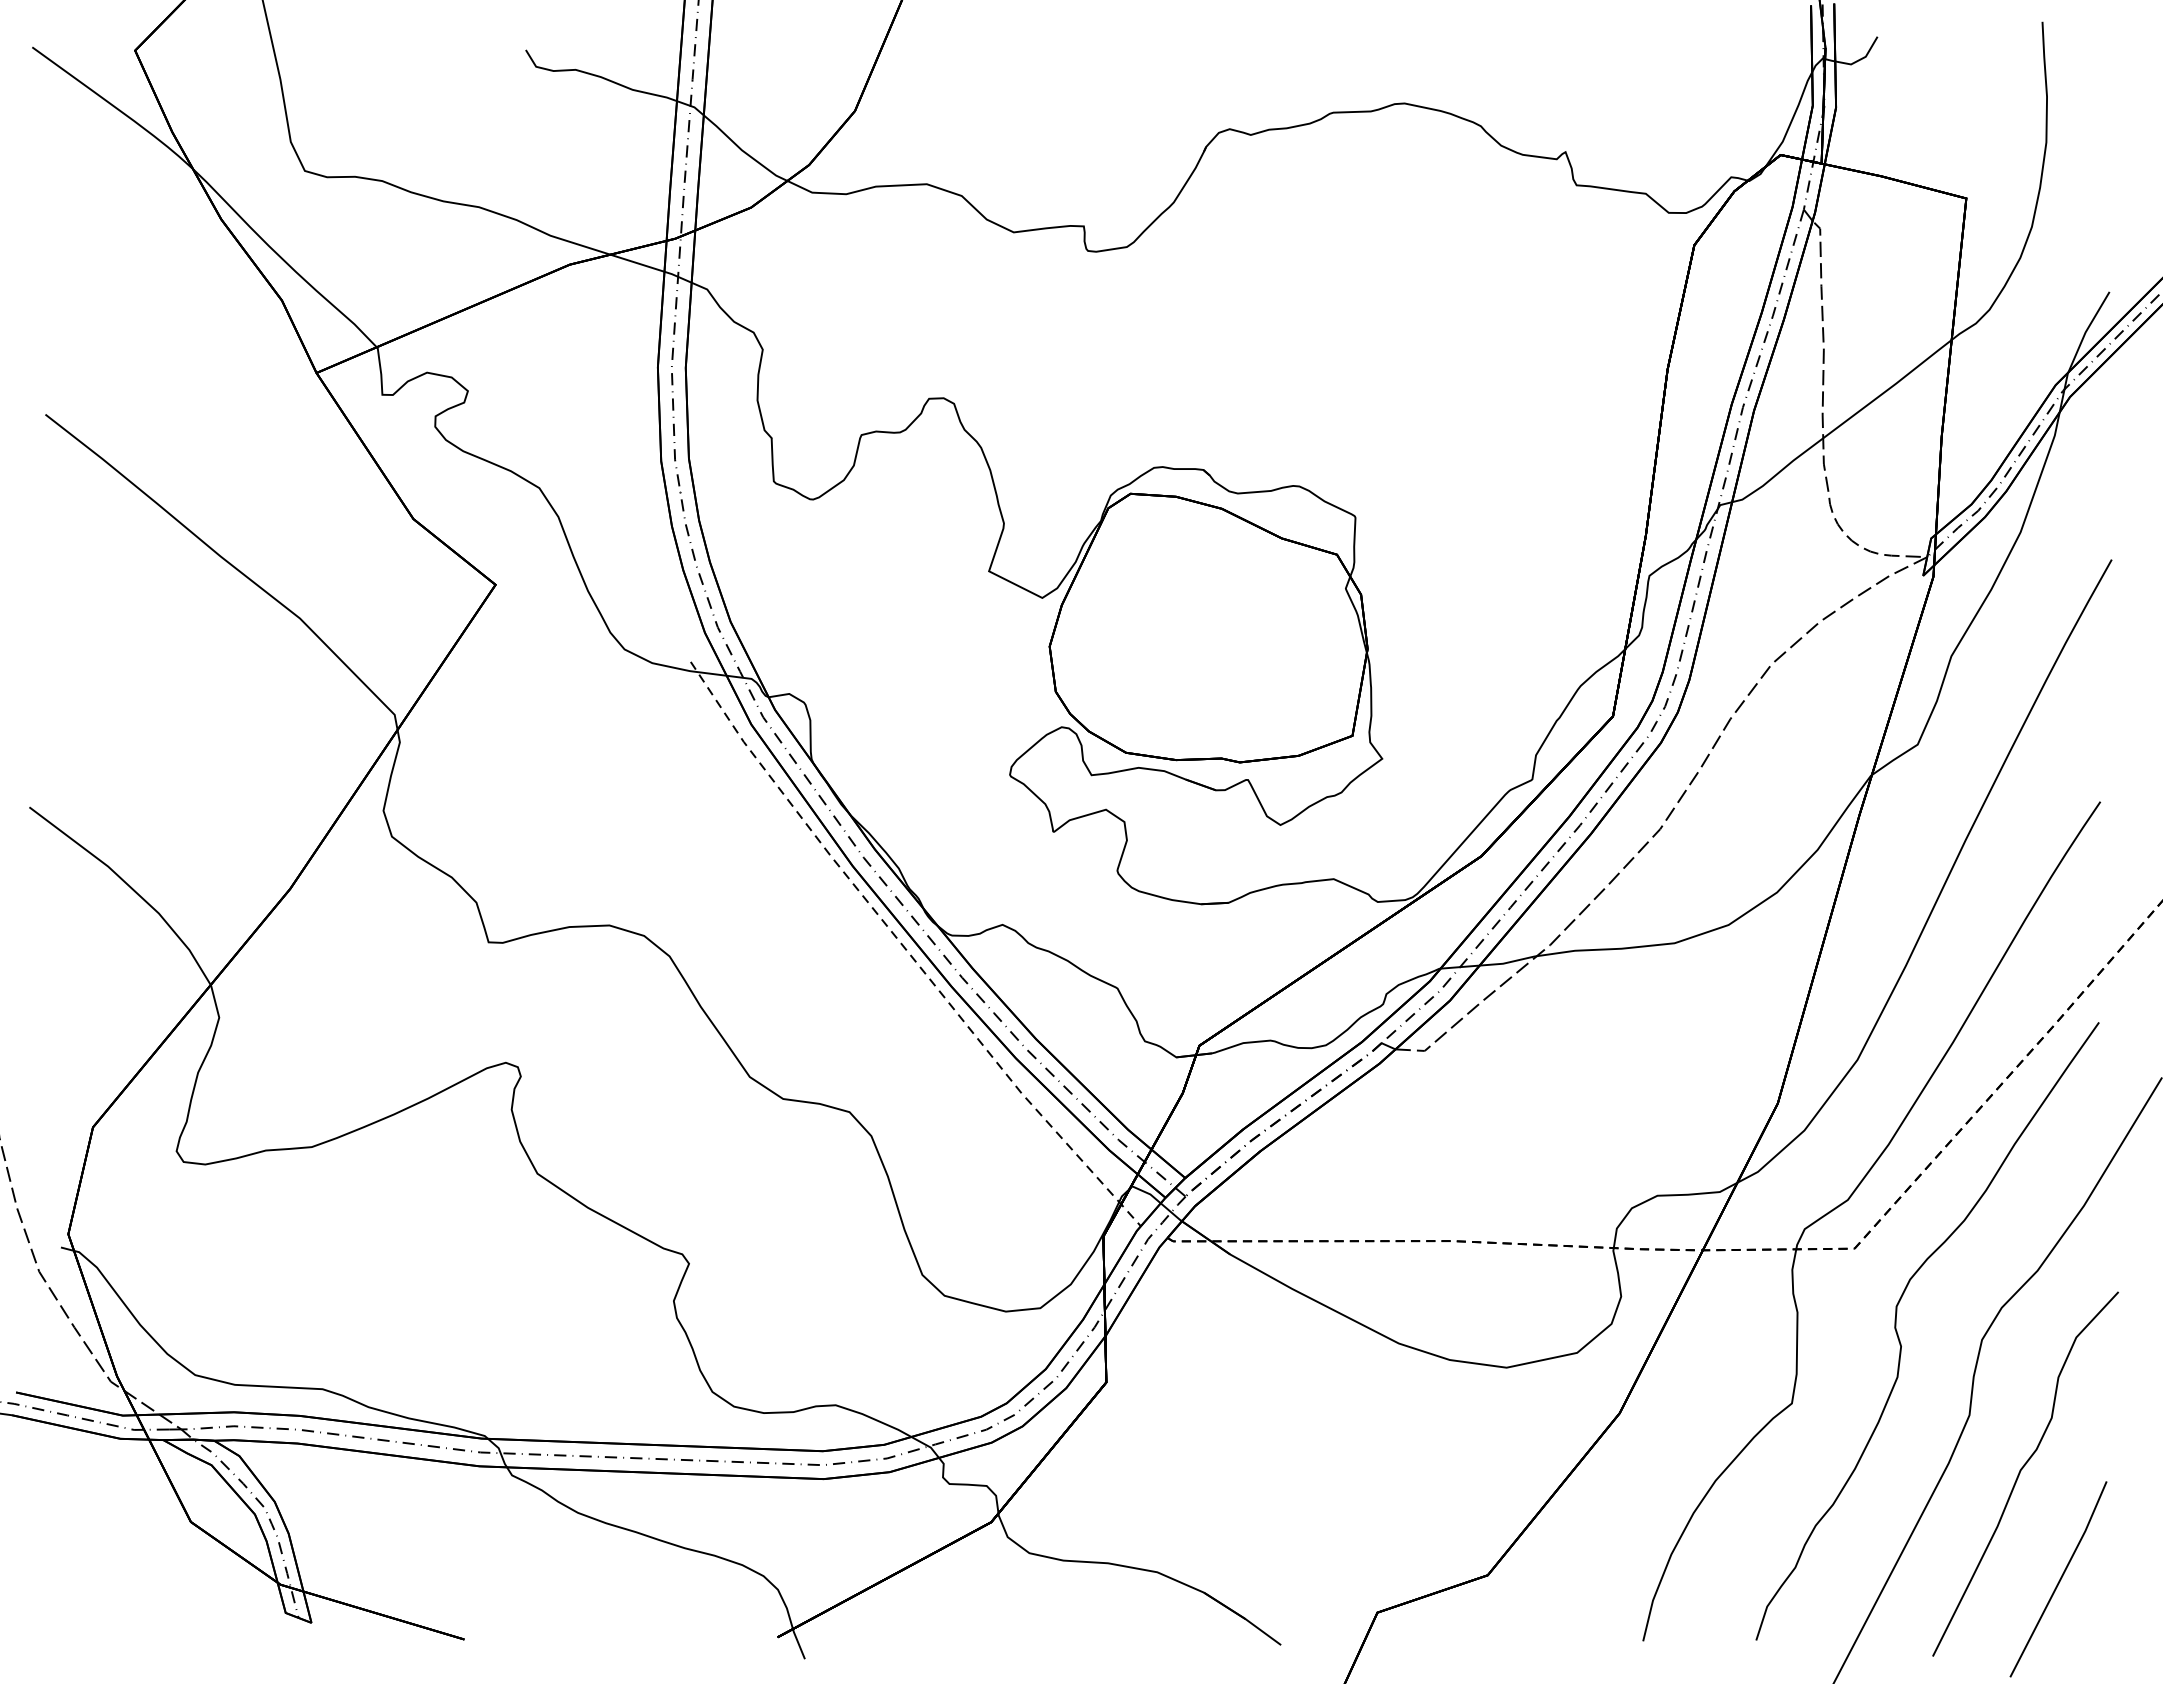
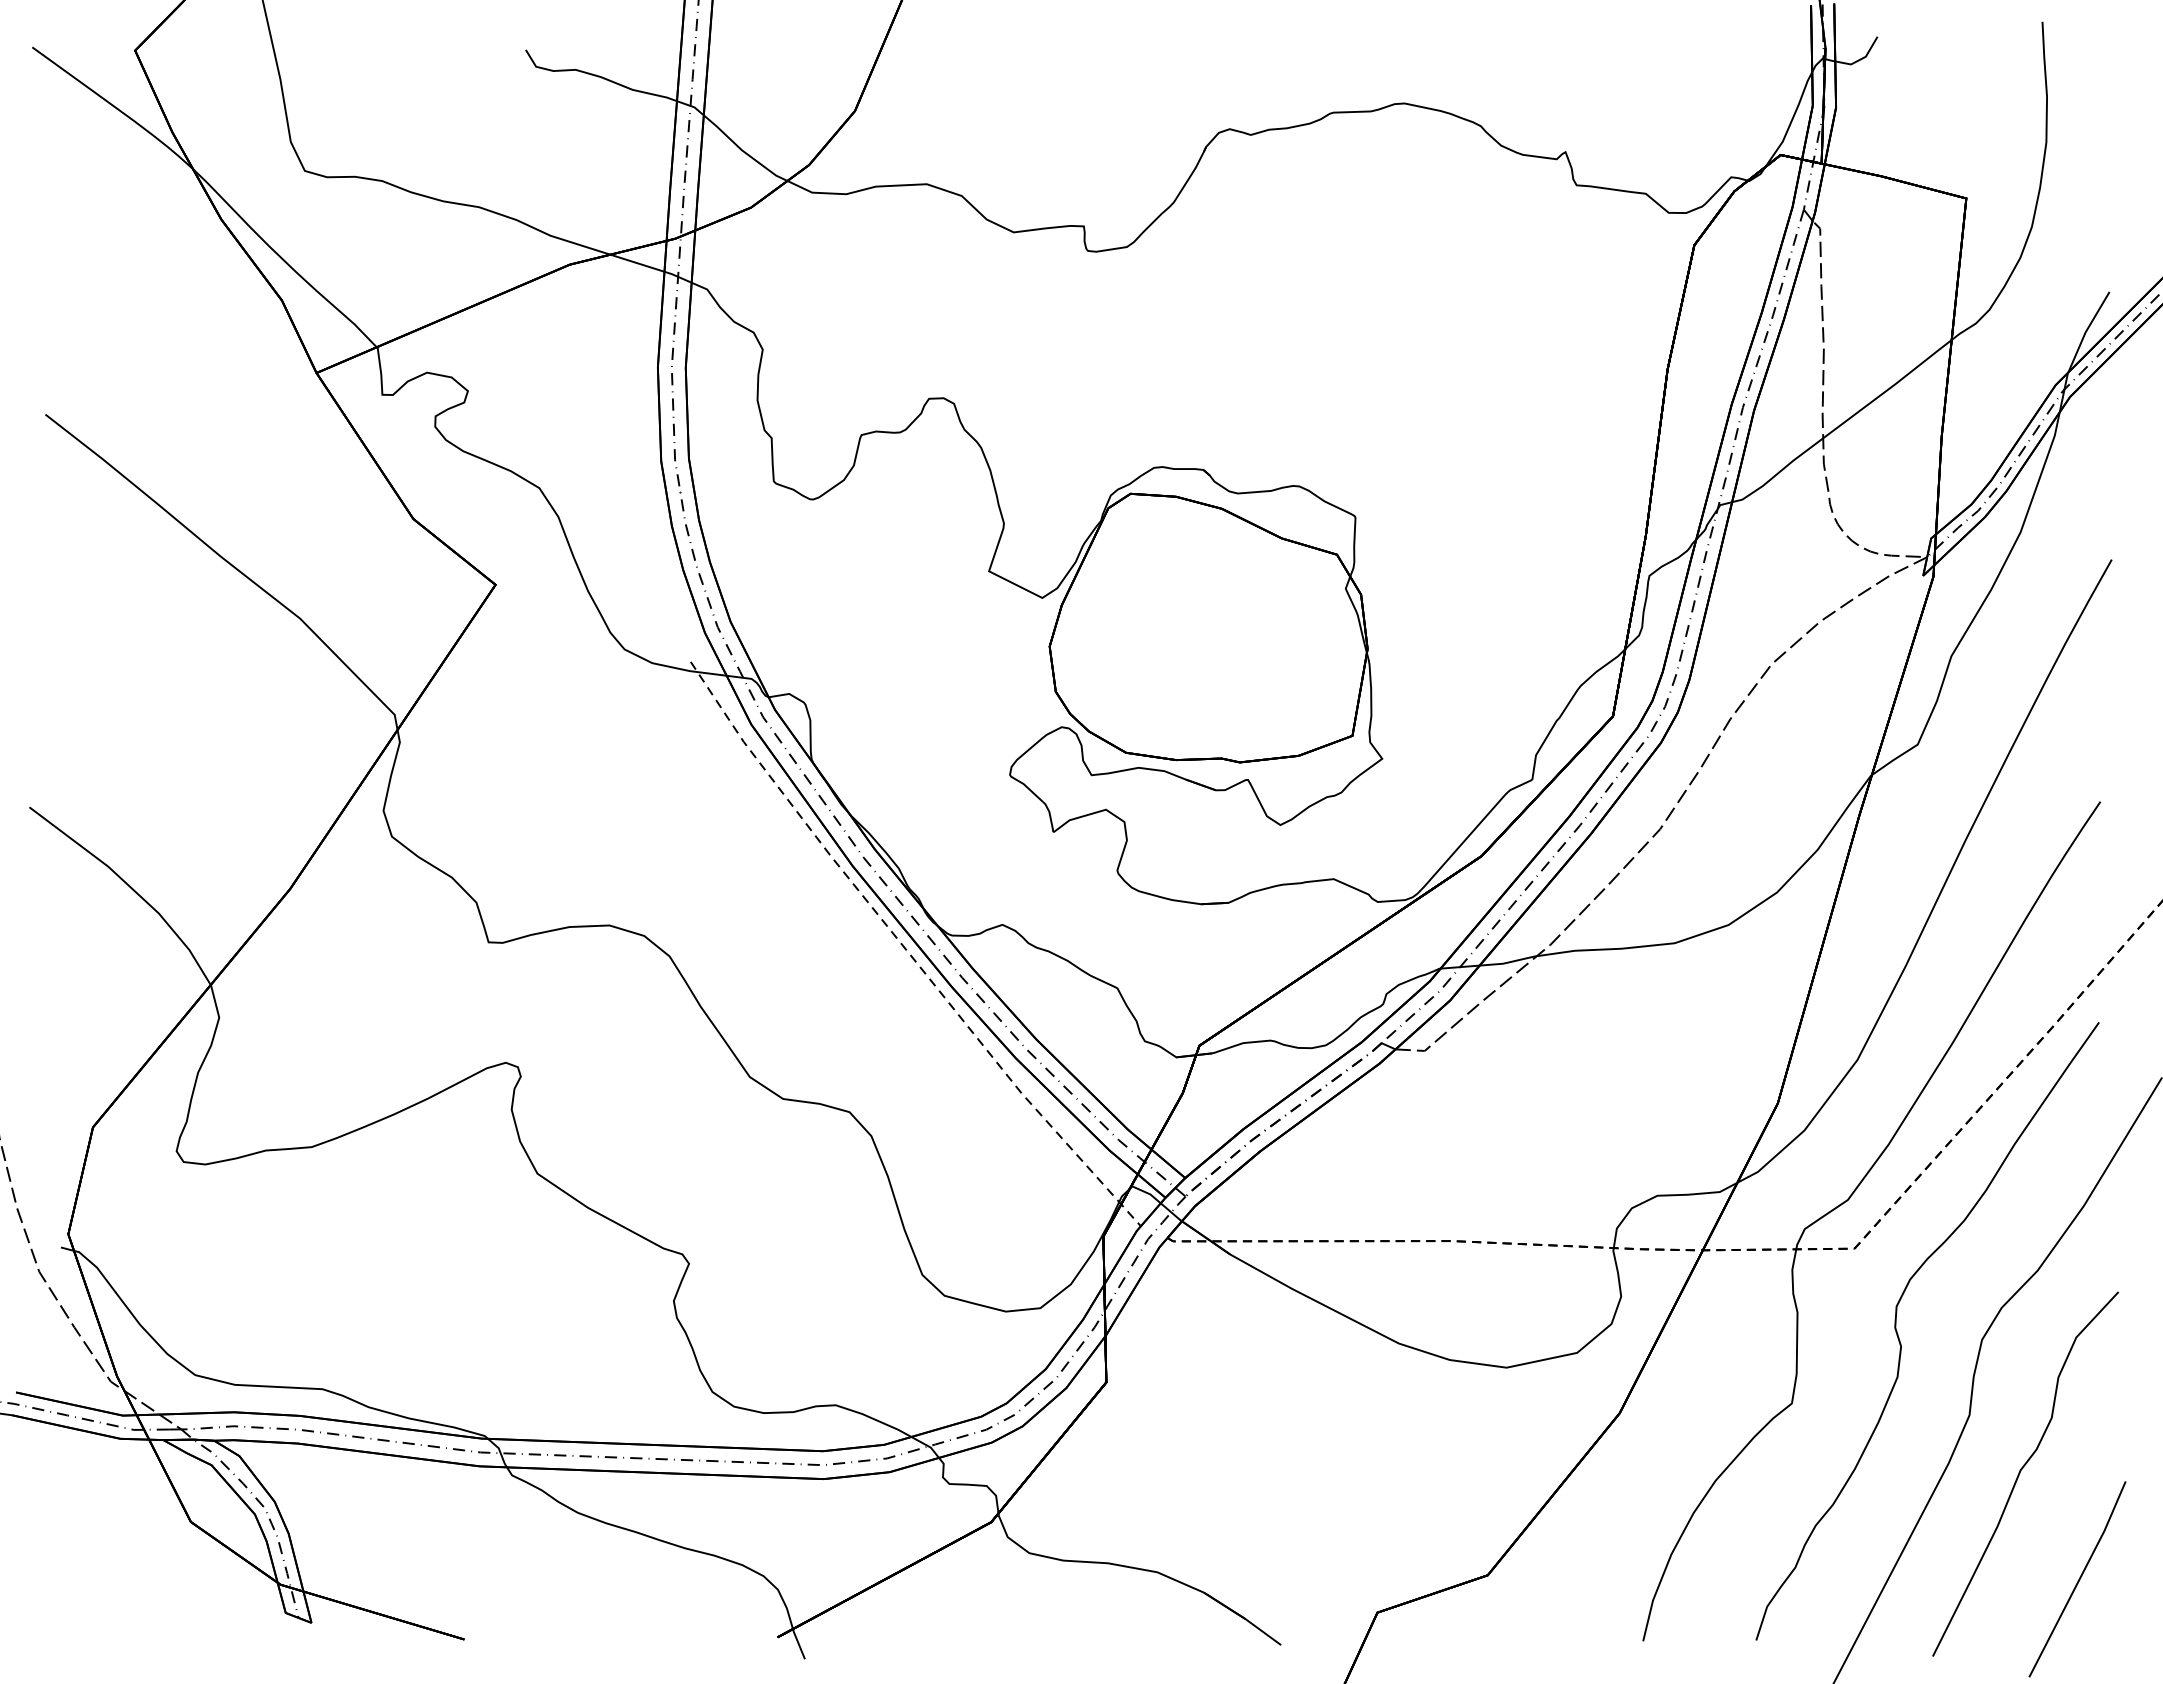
line at (2059, 1579) position: (2059, 1579) -> (2078, 1579)
